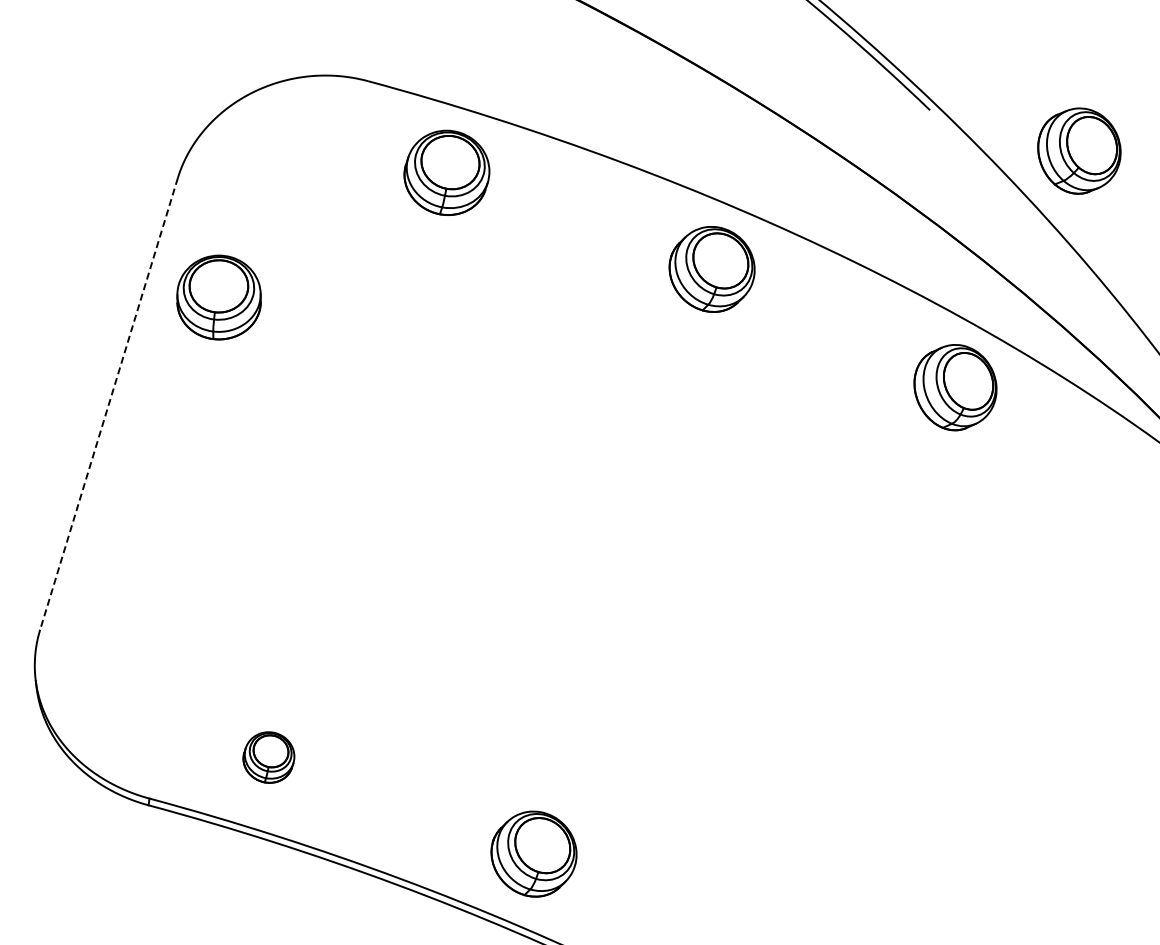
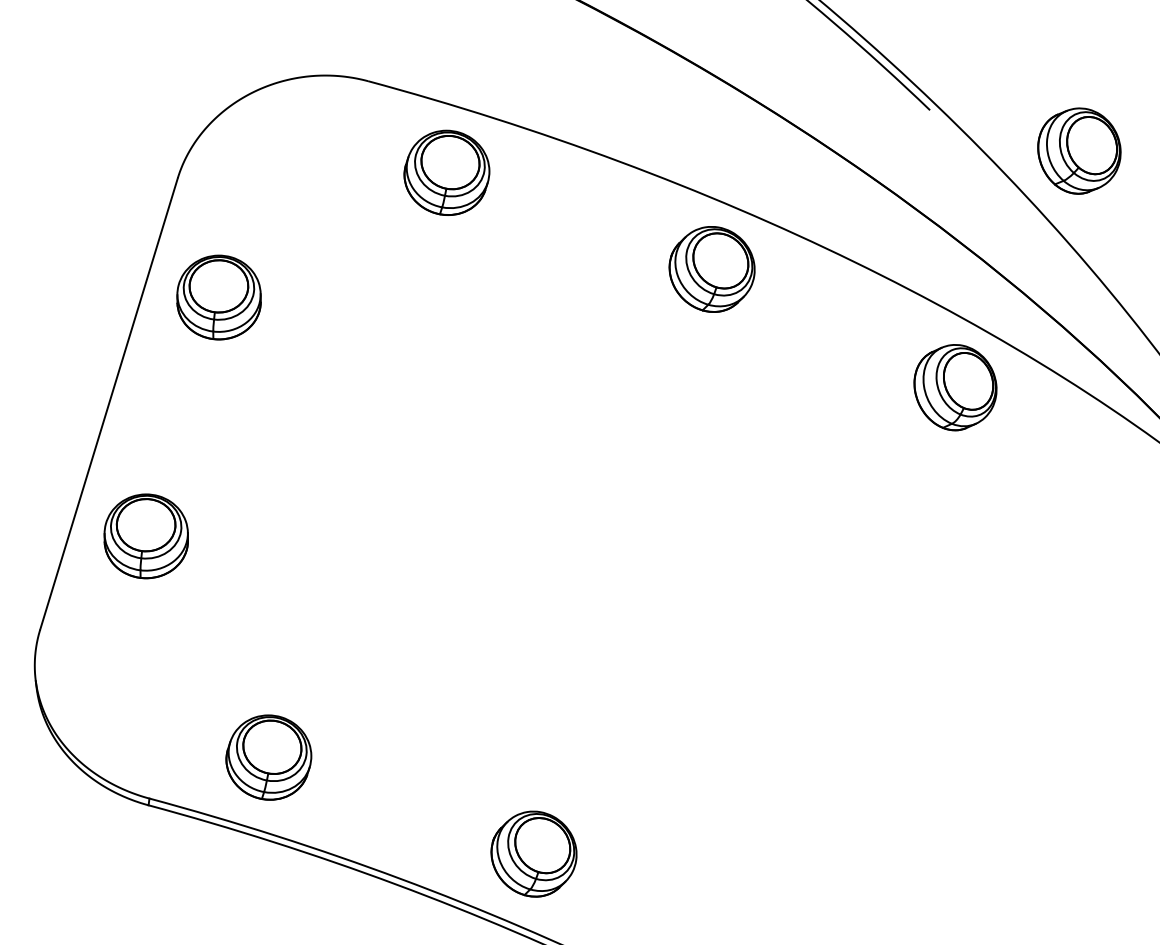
line at (108, 404): dashed -> solid
part at (145, 536): none -> present
part at (268, 757) size: 54x53 px -> 88x87 px
